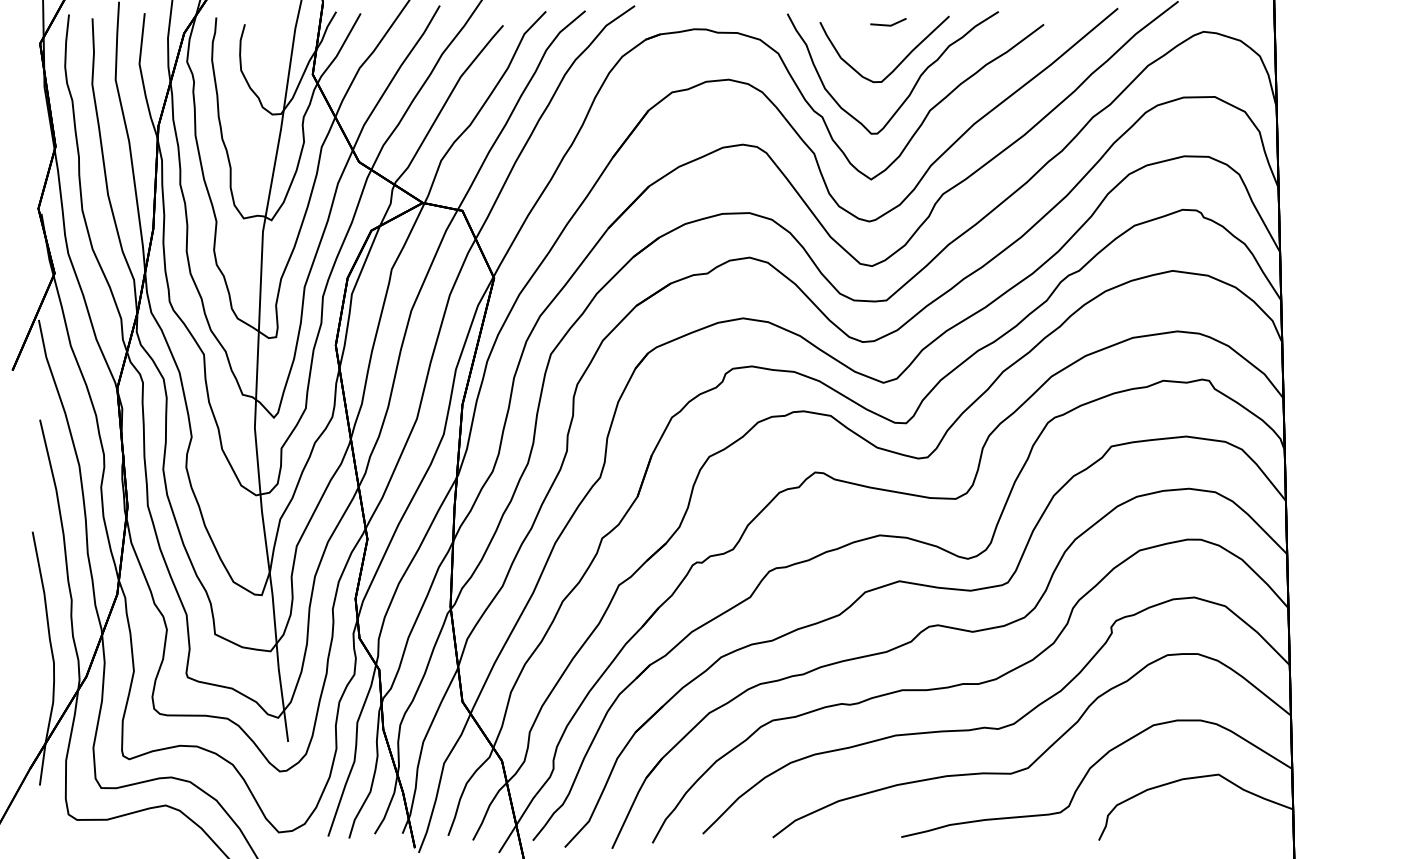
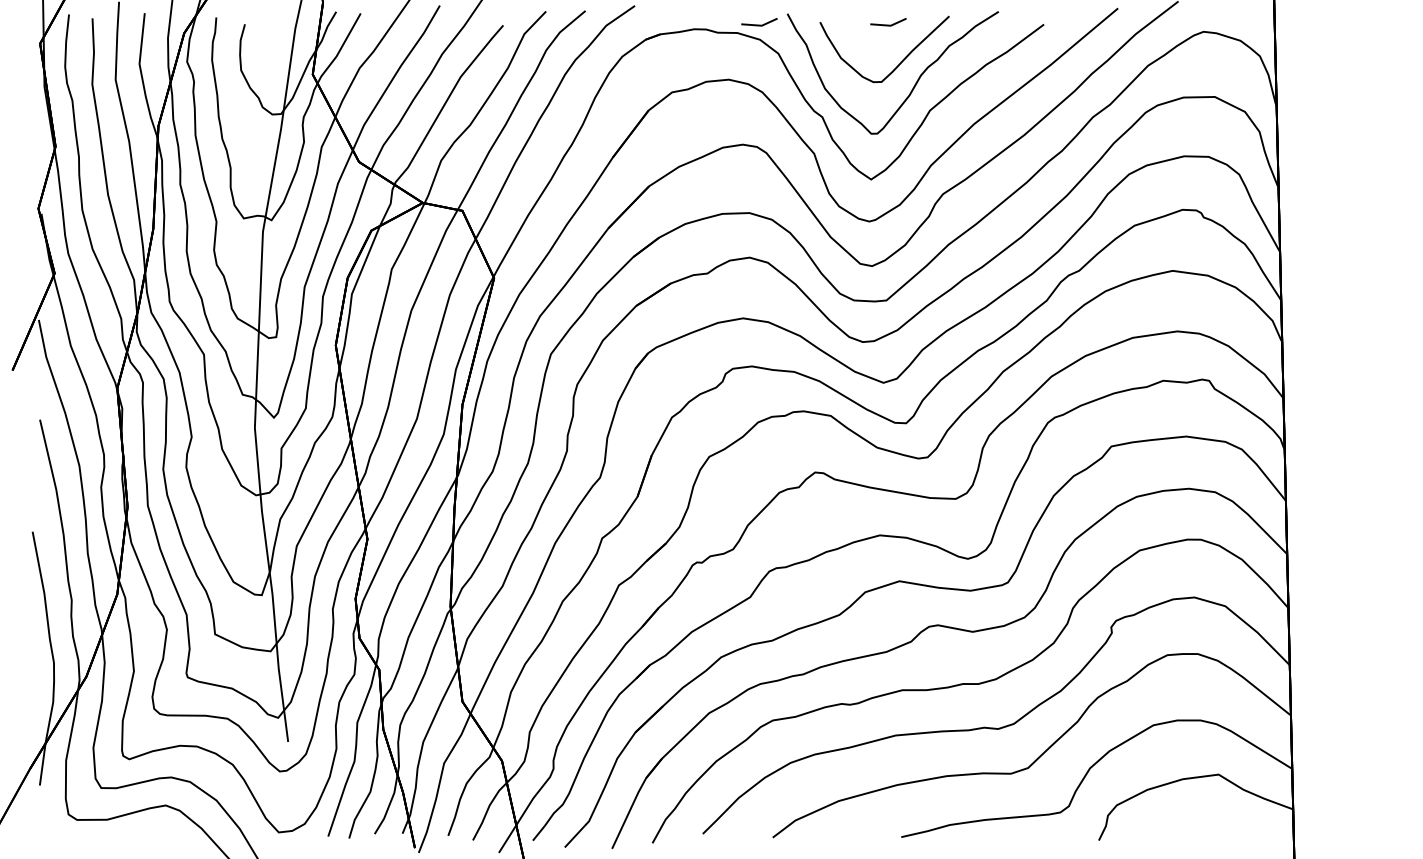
line at (759, 24): none -> present
